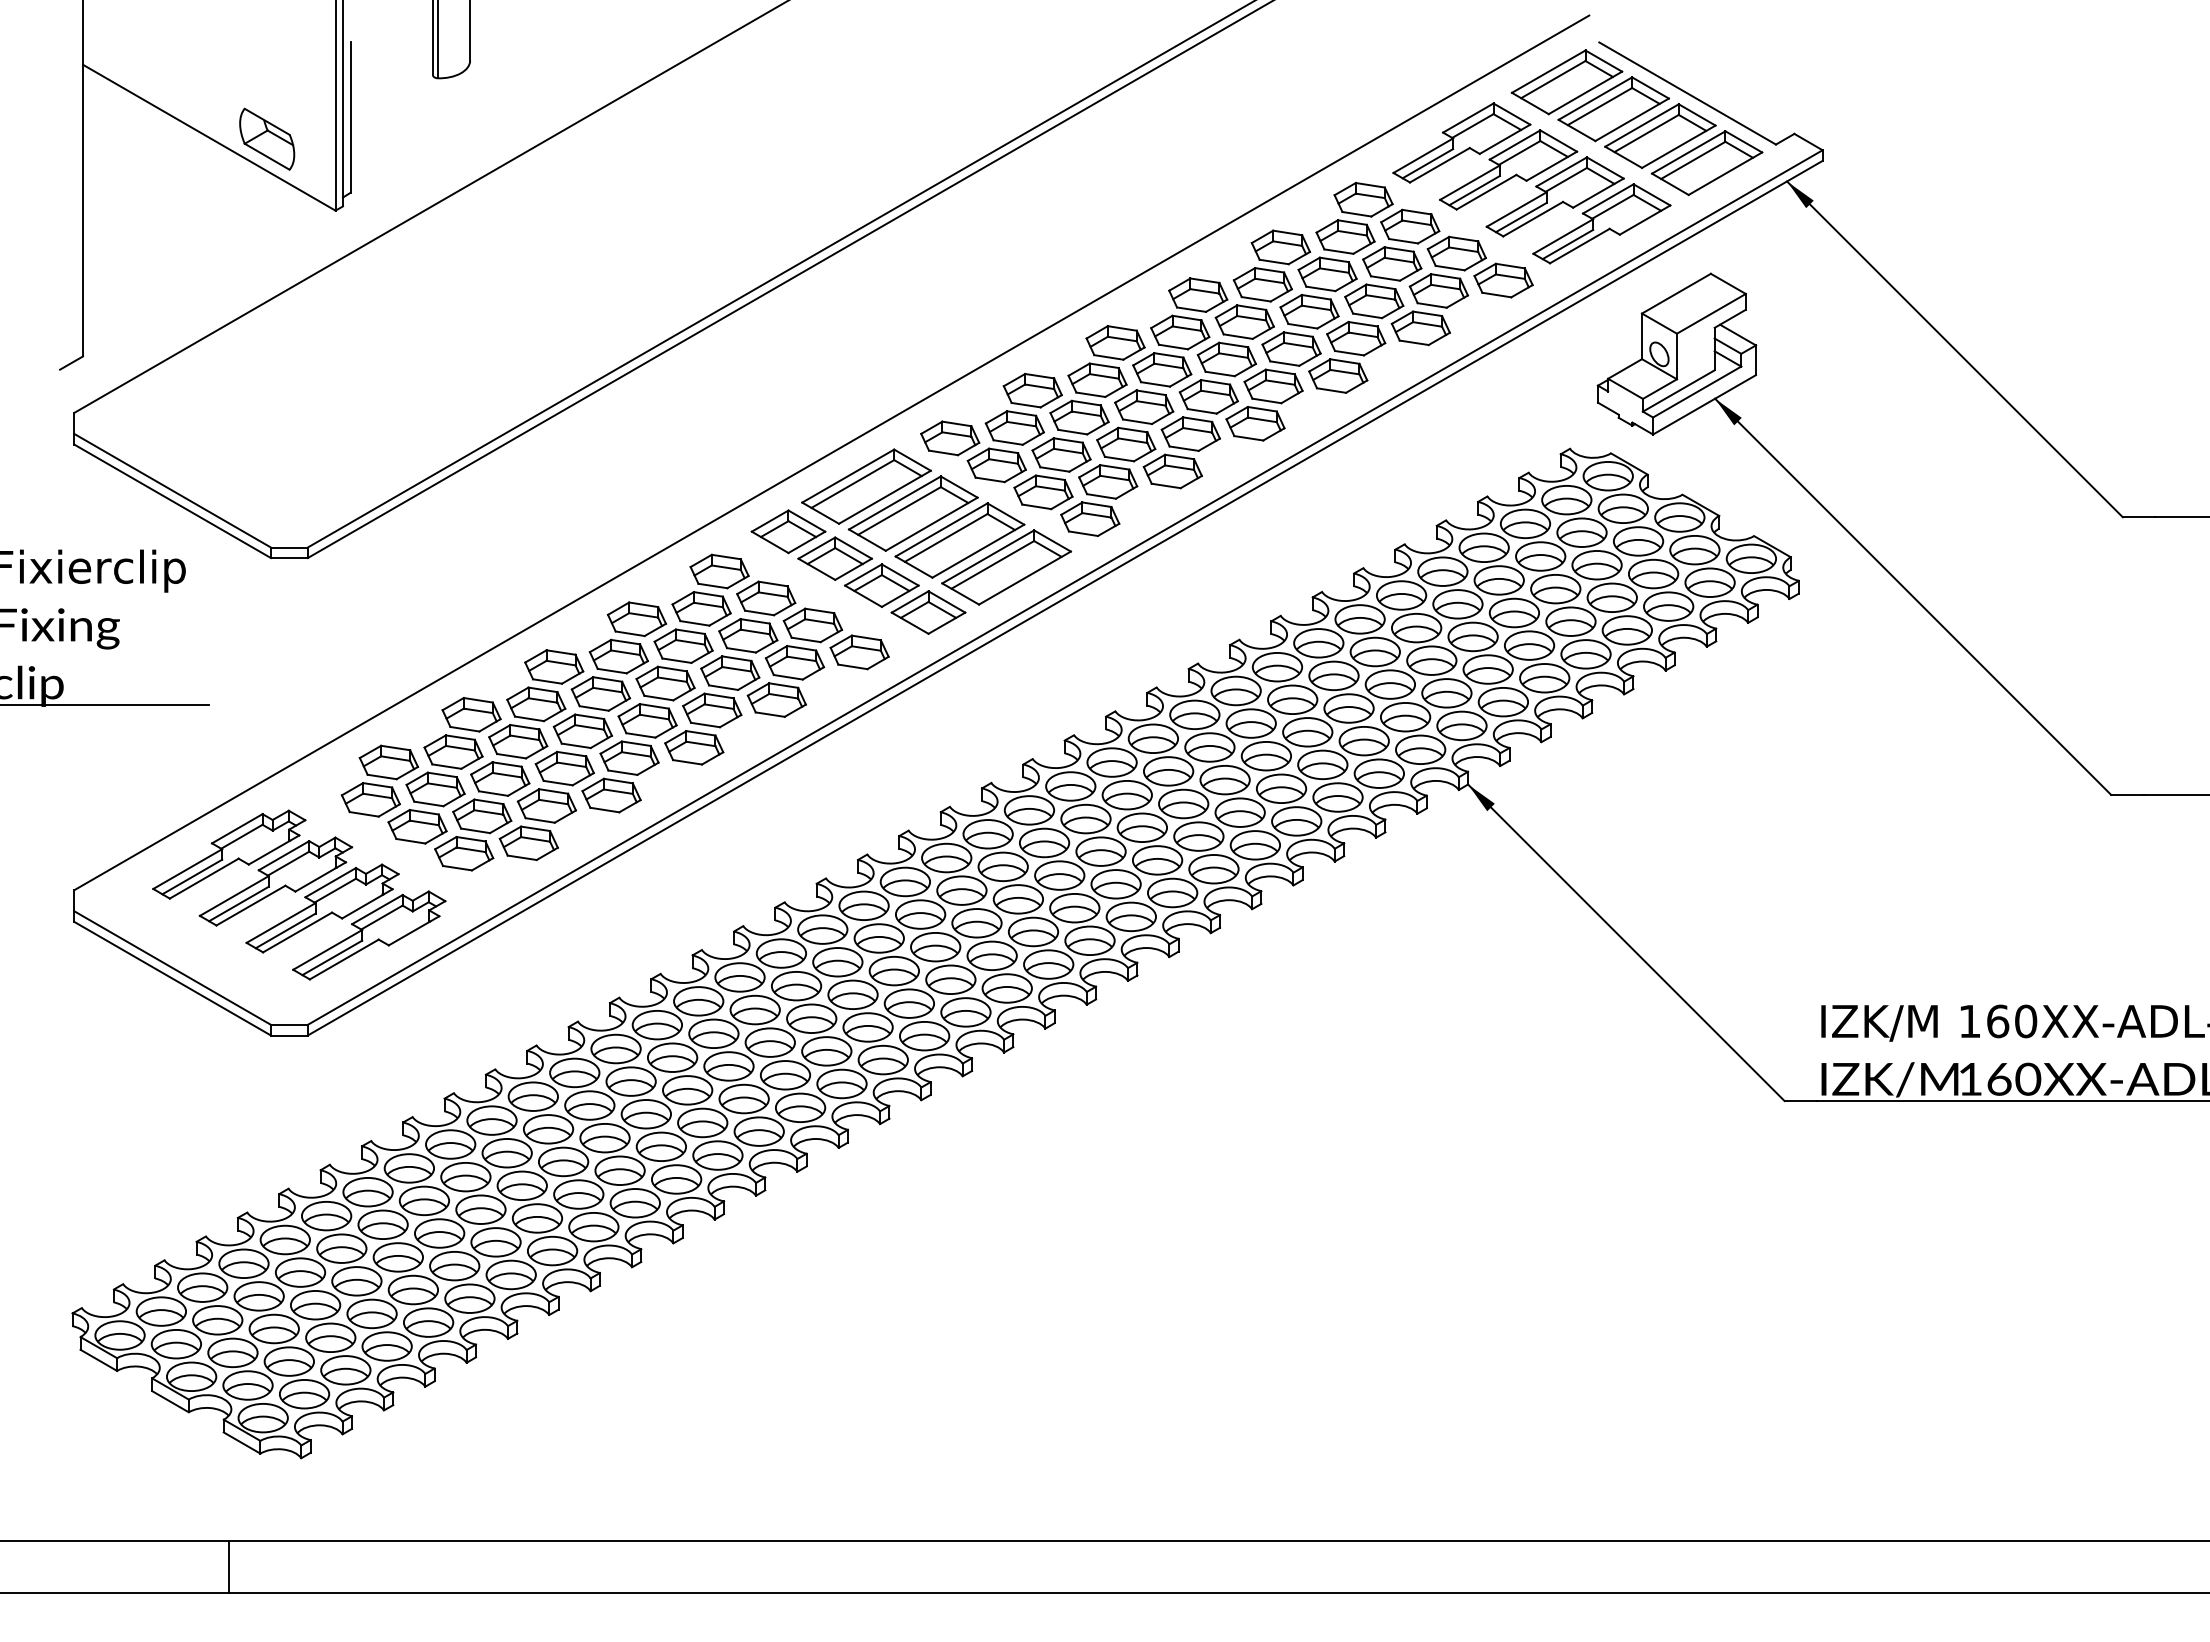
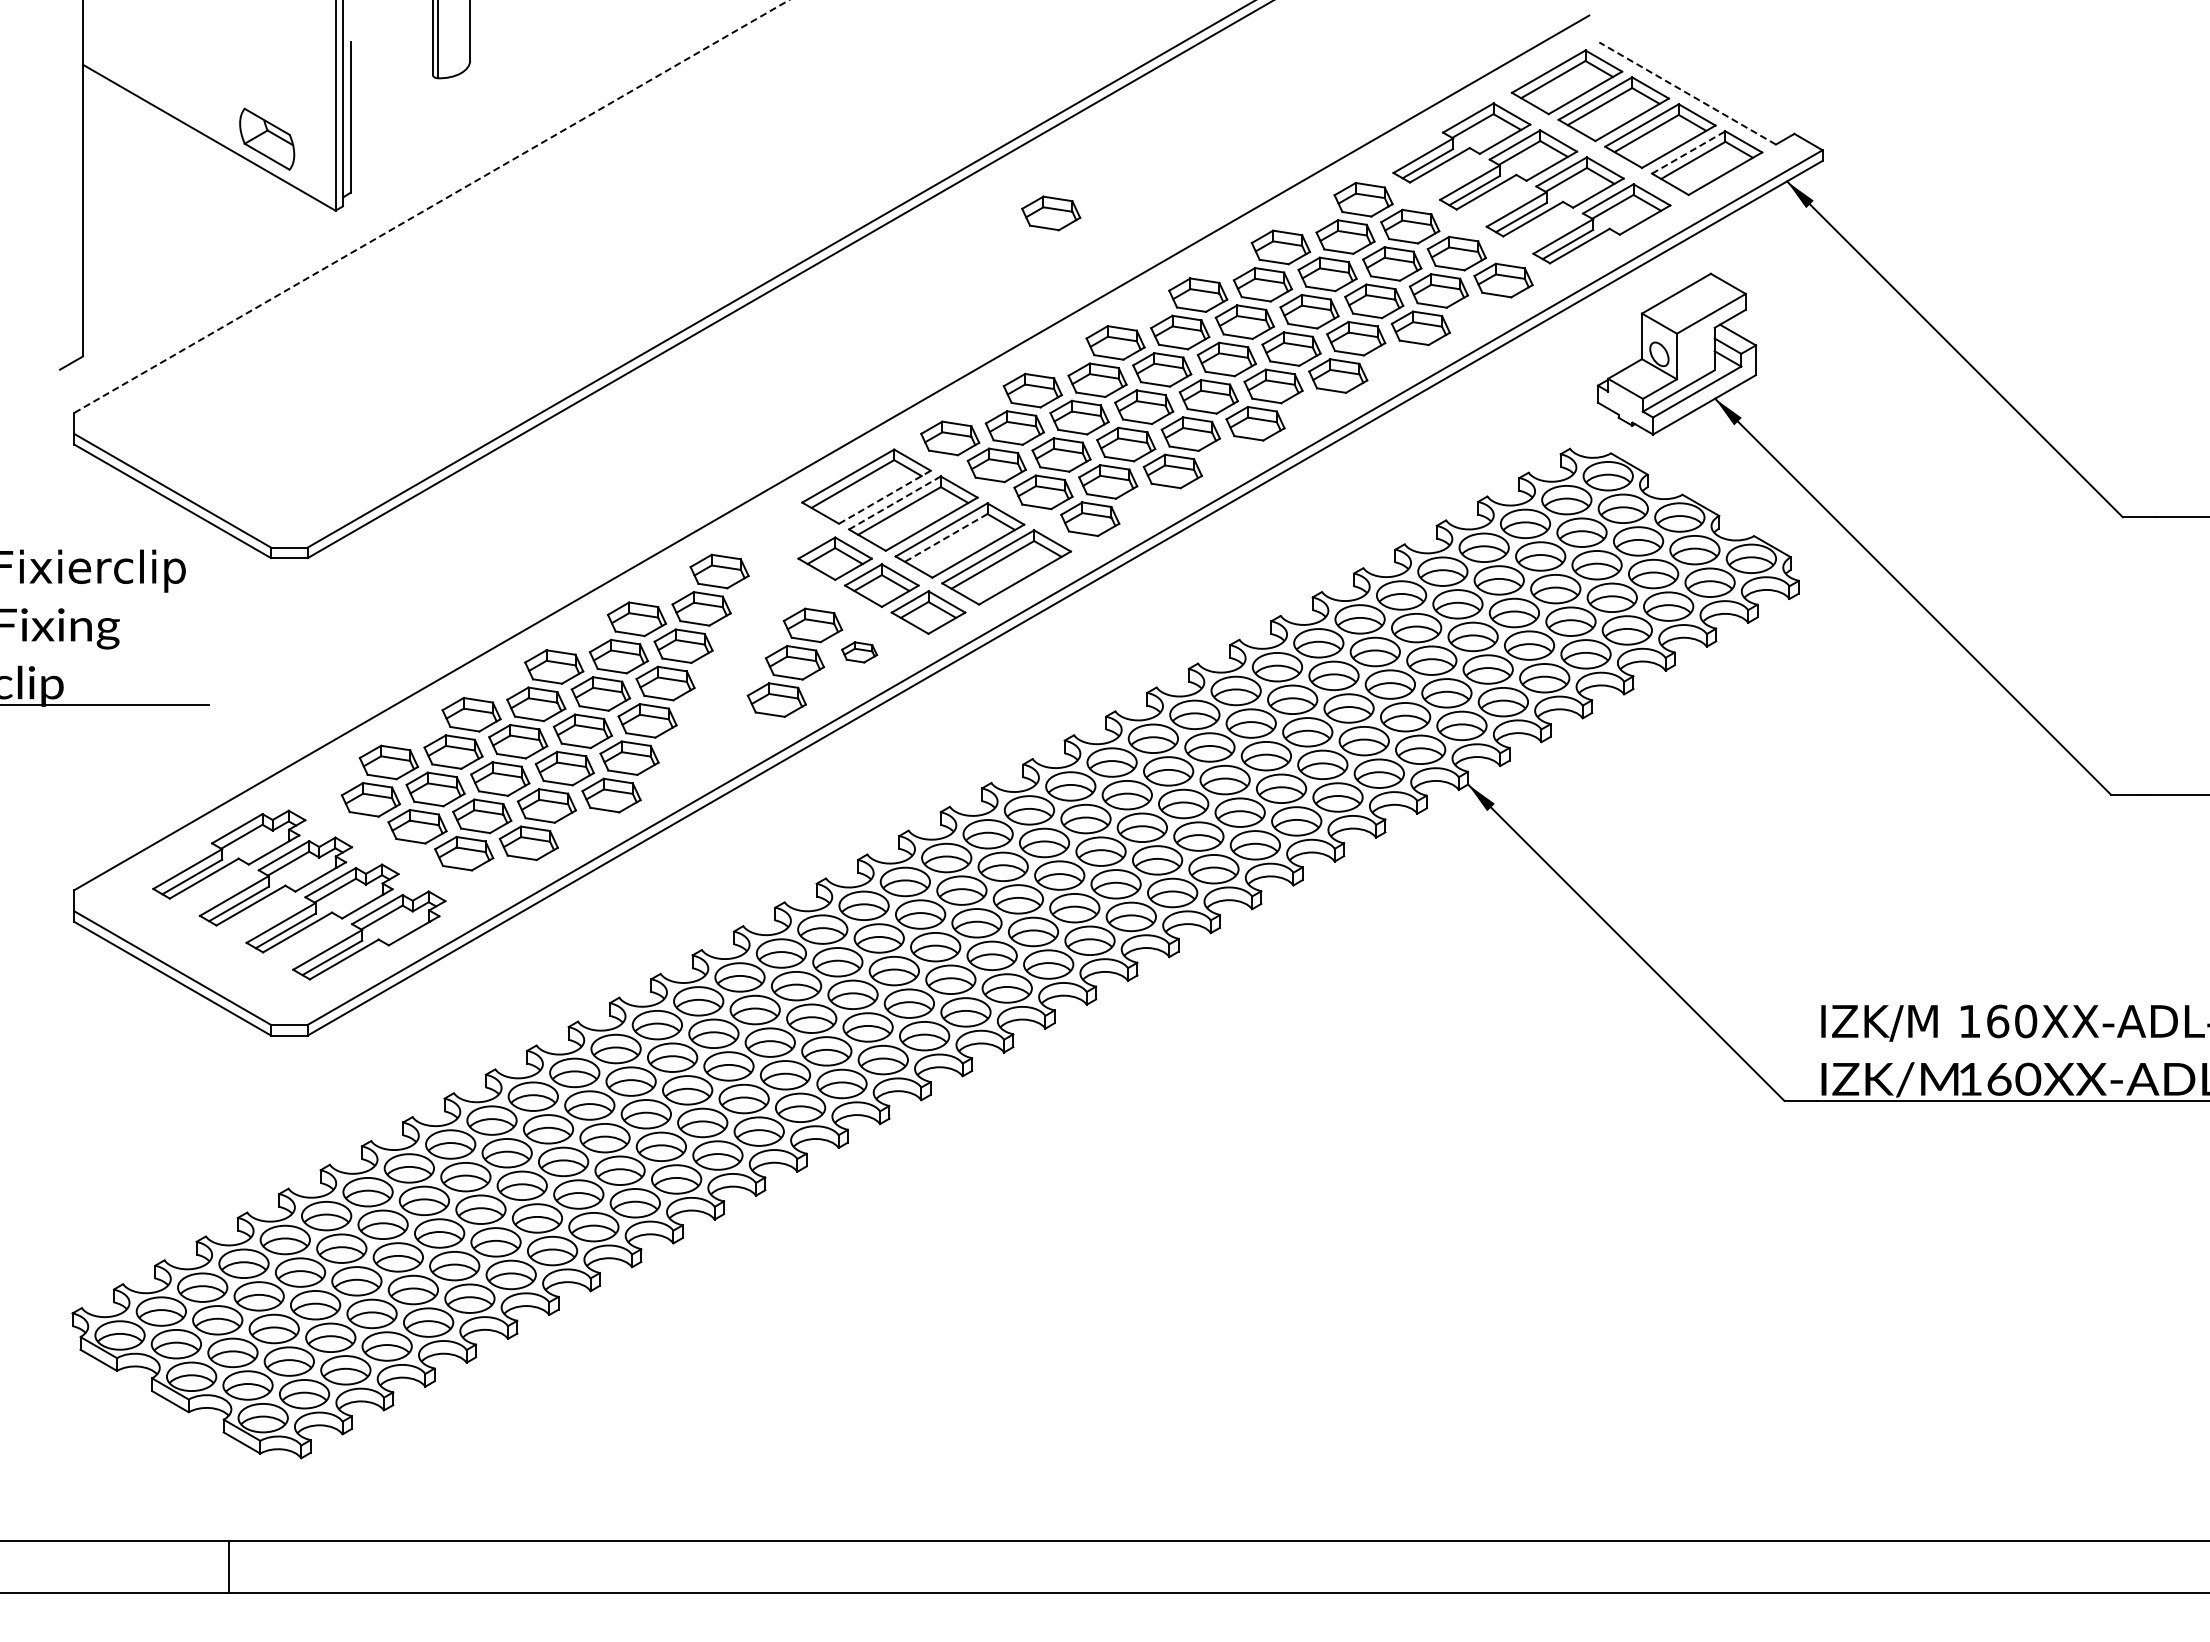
line at (1687, 93): solid -> dashed
line at (1689, 152): solid -> dashed
line at (431, 206): solid -> dashed
part at (1051, 213): none -> present
line at (884, 497): solid -> dashed
line at (895, 502): solid -> dashed
part at (788, 531): present -> none
line at (946, 537): solid -> dashed
part at (859, 652) size: 61x37 px -> 38x23 px
part at (730, 672): present -> none
